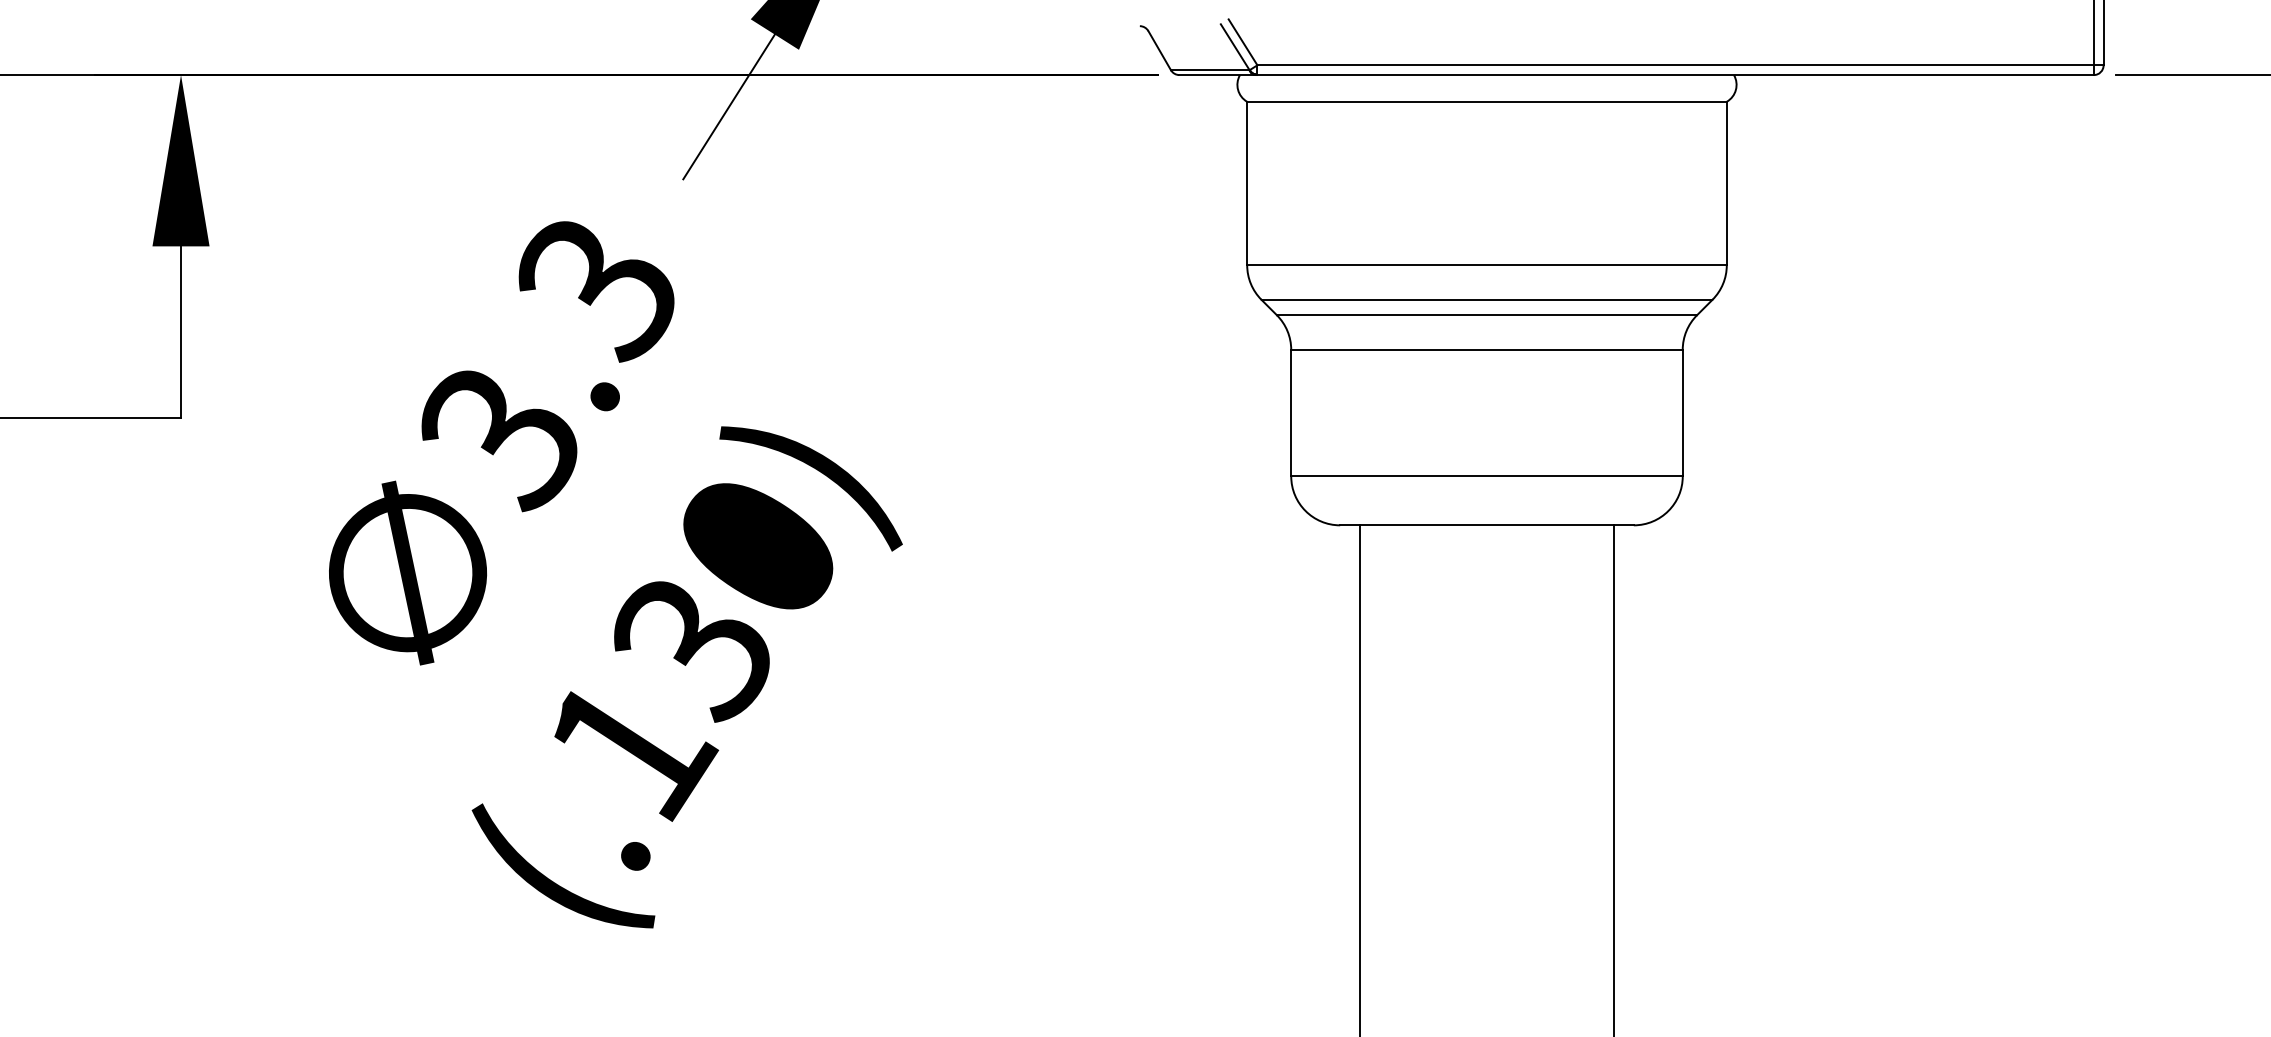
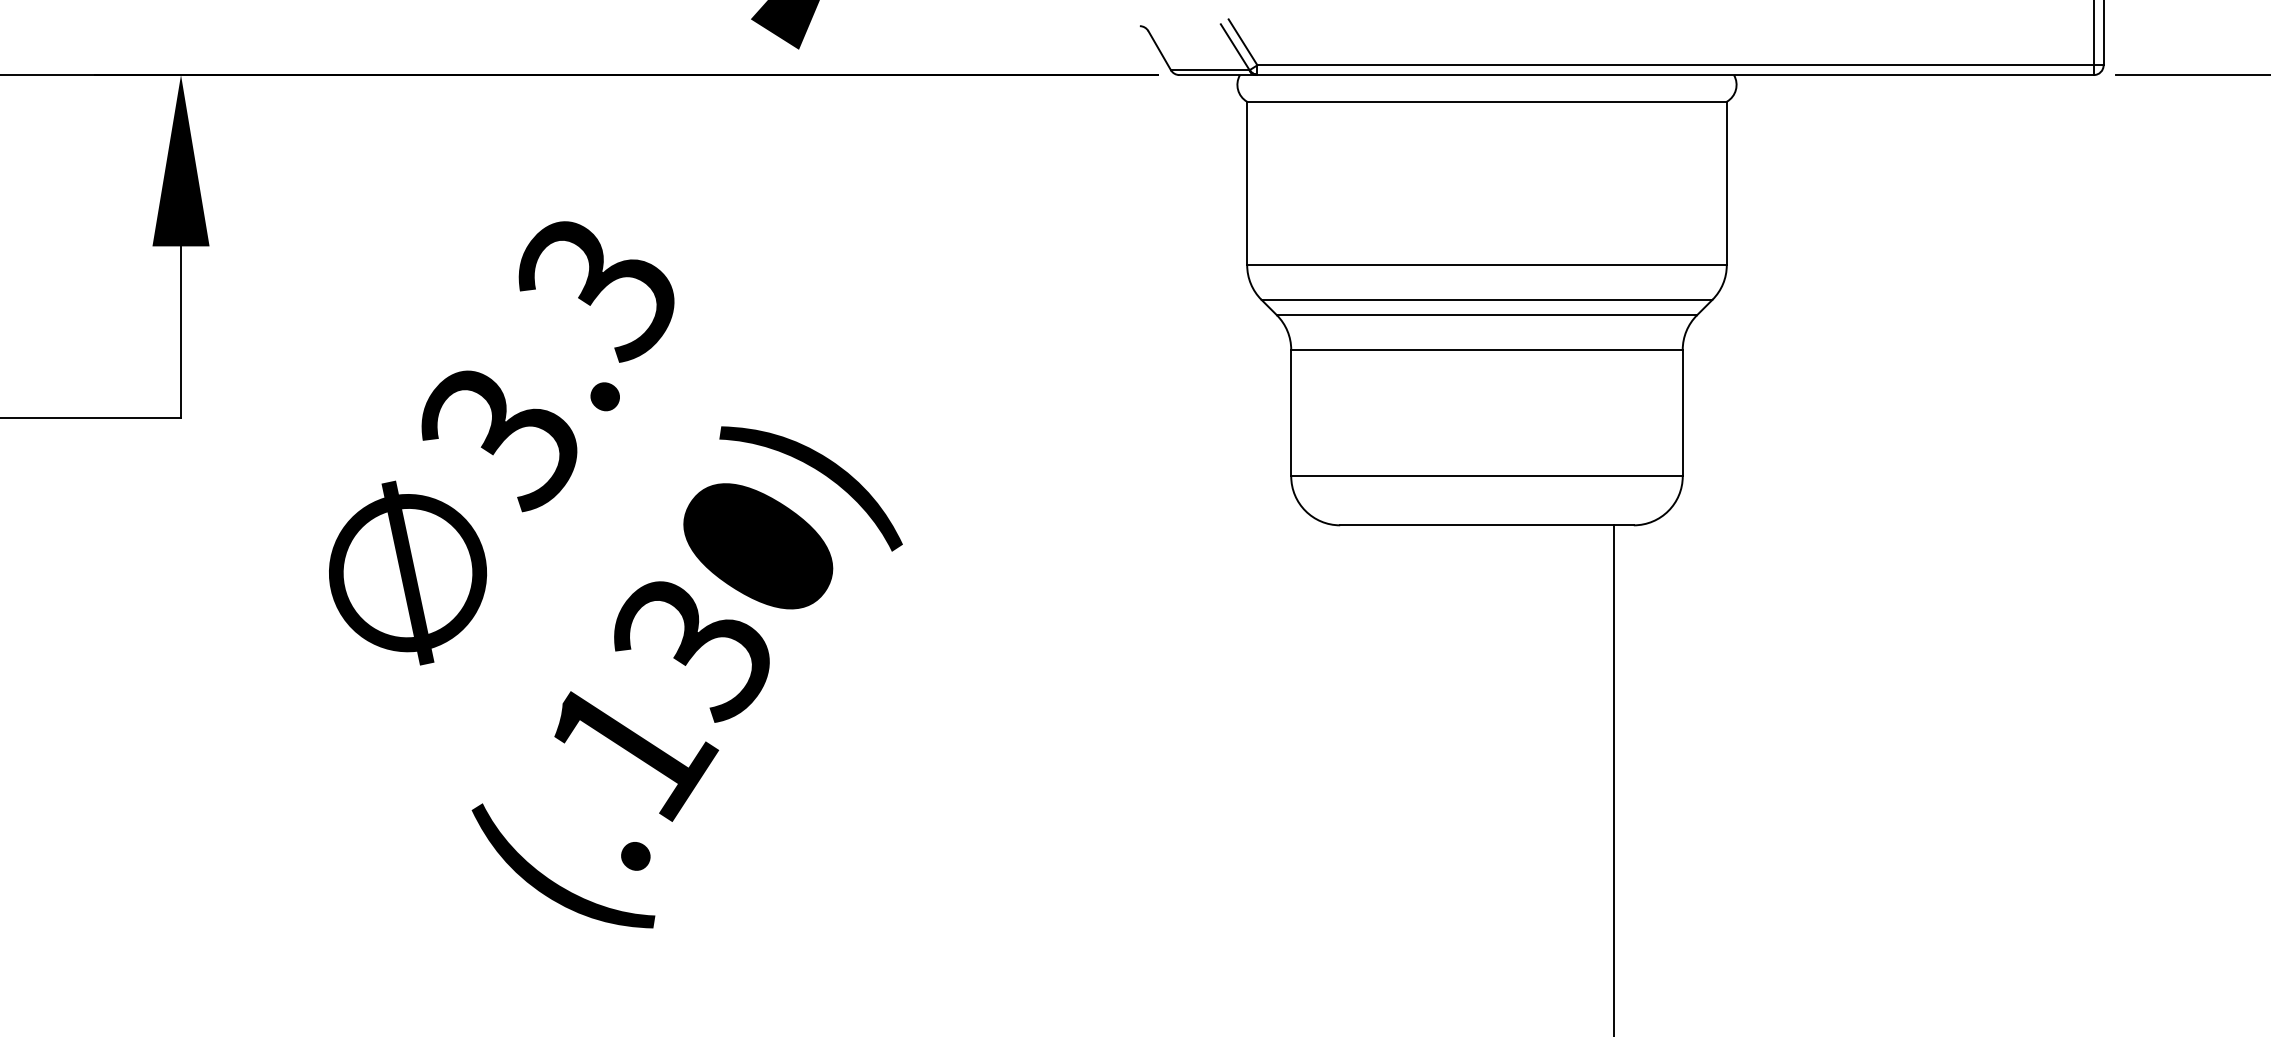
line at (728, 106): present -> none
line at (1359, 779): present -> none
